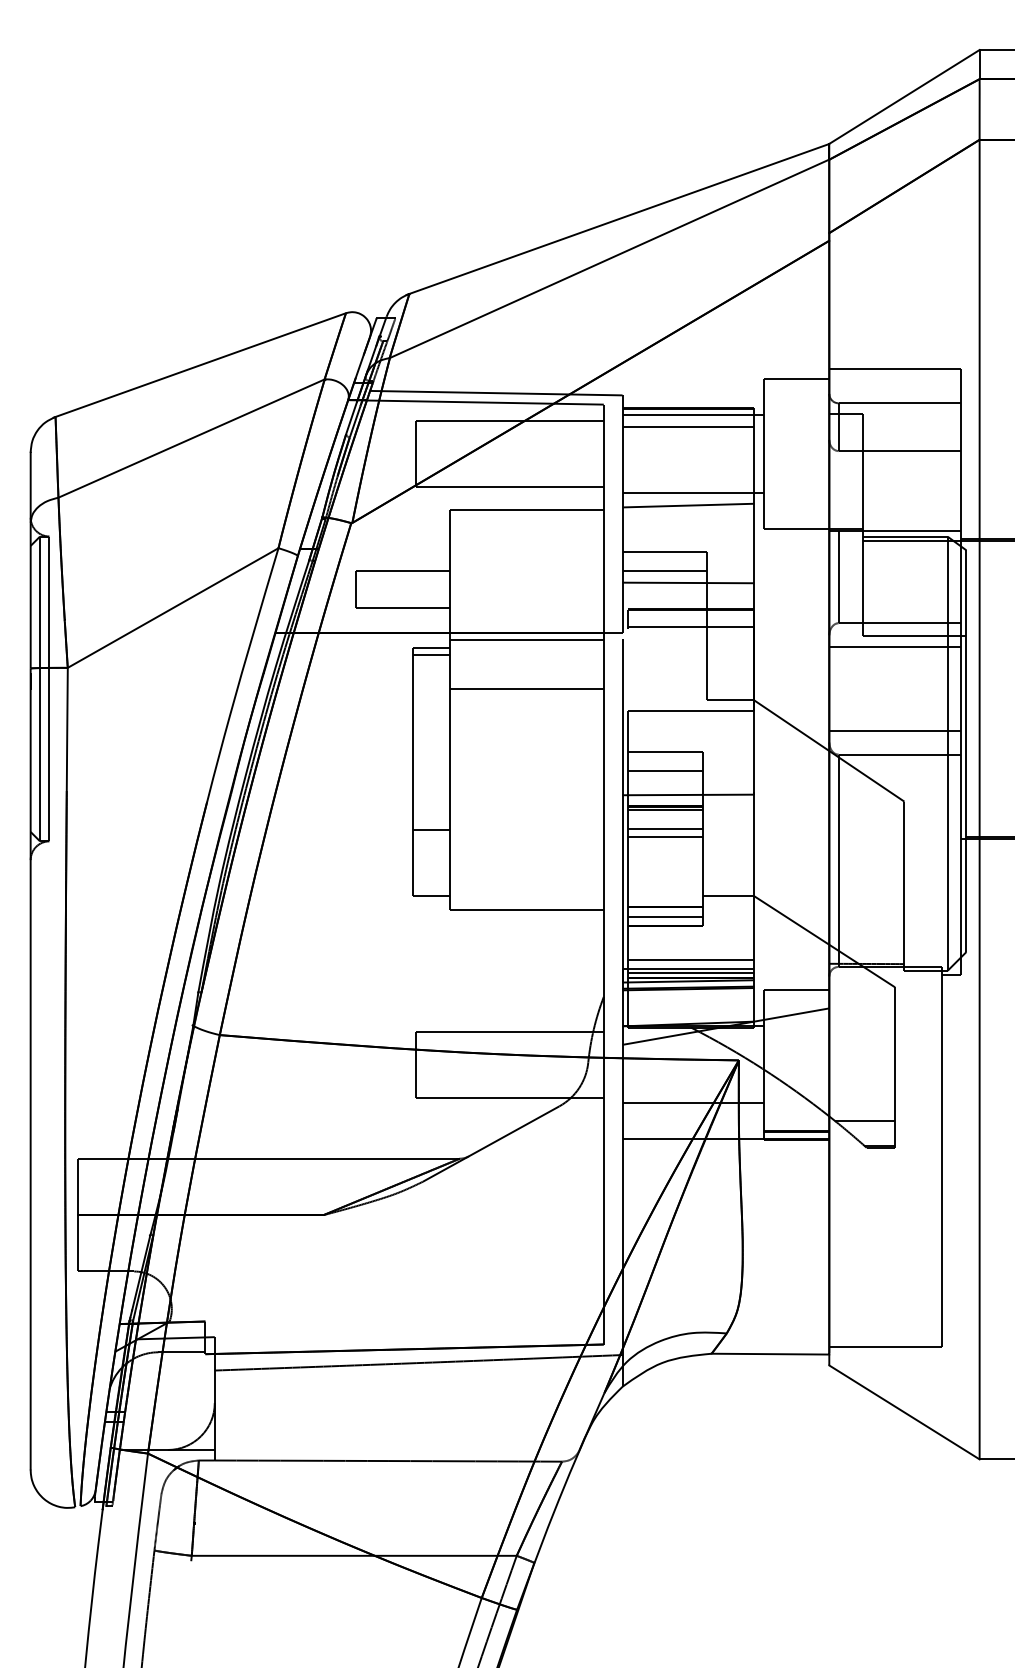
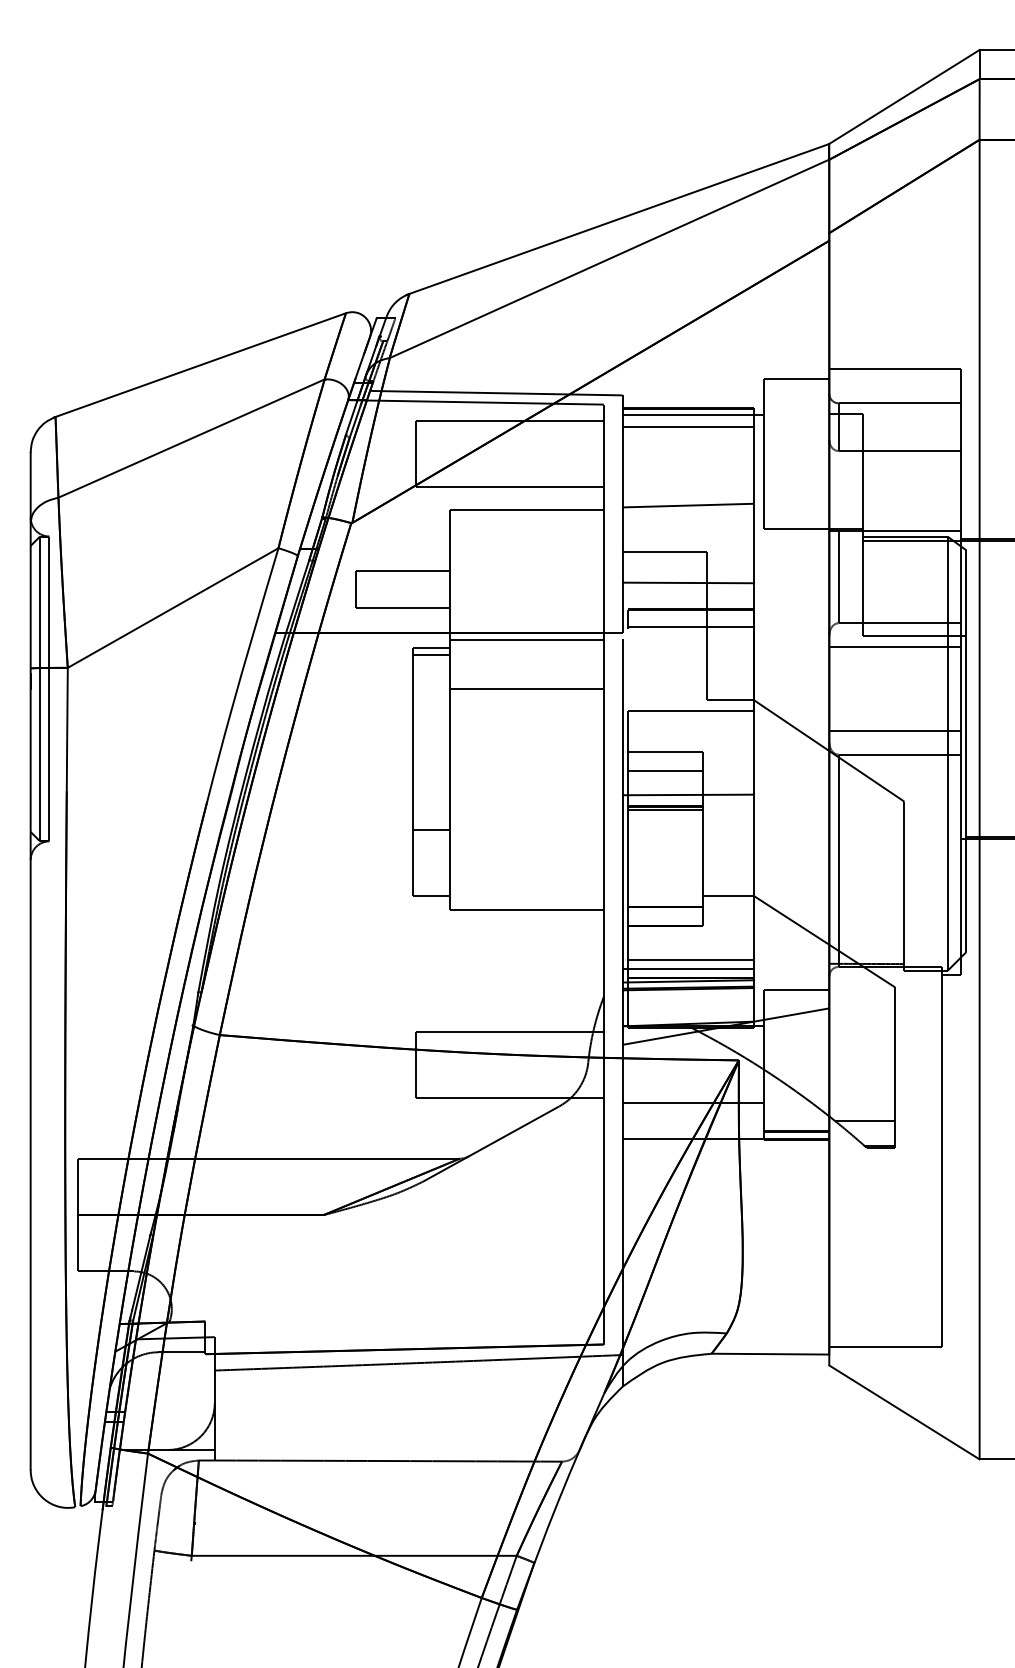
line at (692, 492): present -> none
line at (664, 570): present -> none
line at (665, 829): present -> none
line at (665, 837): present -> none
line at (665, 917): present -> none
line at (691, 973): present -> none
